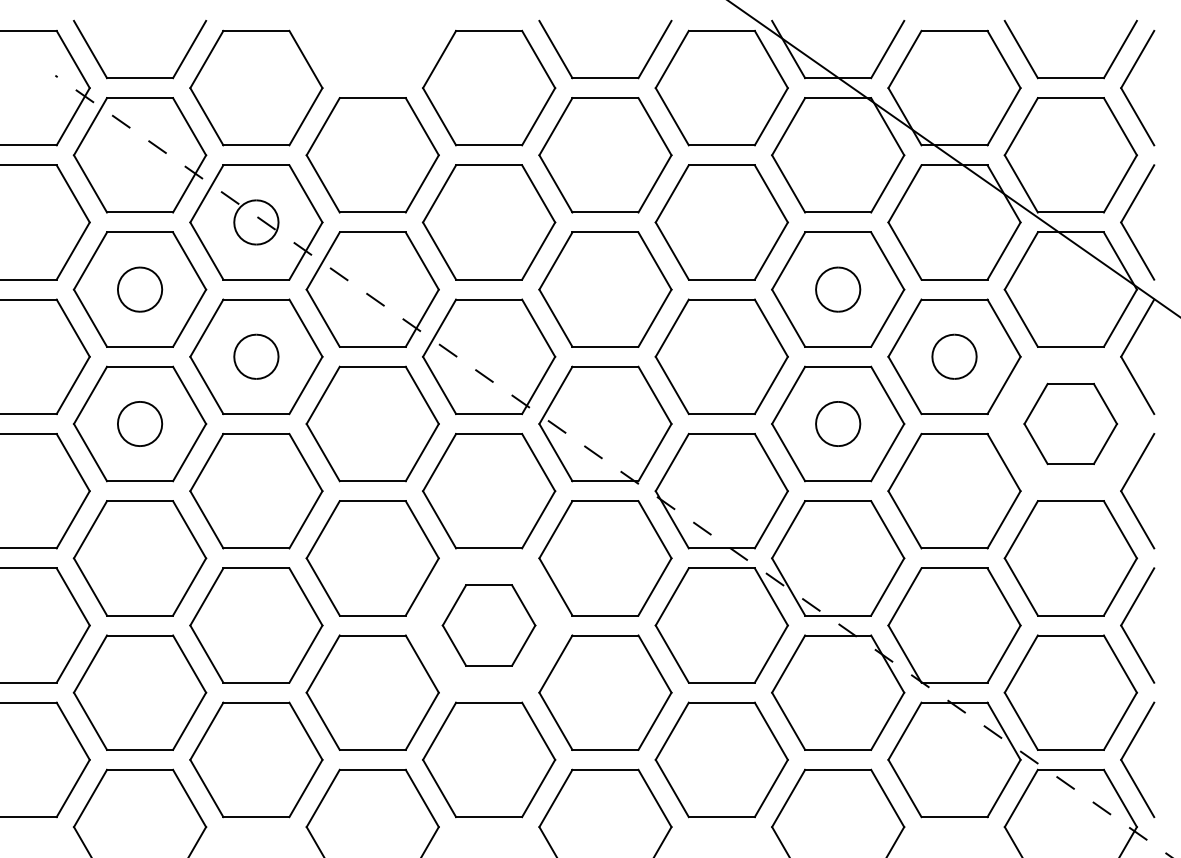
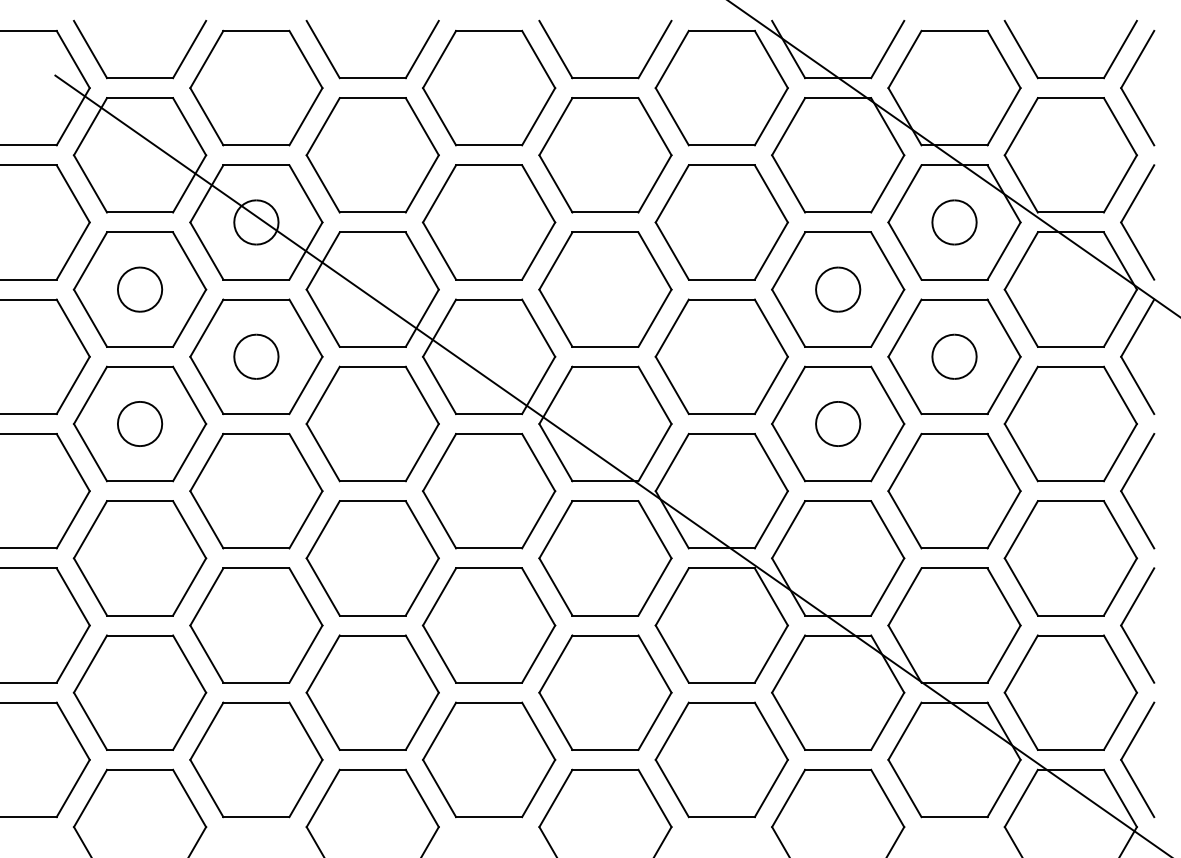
part at (372, 77): none -> present
part at (954, 222): none -> present
part at (1070, 423) size: 96x84 px -> 135x118 px
line at (613, 466): dashed -> solid
part at (488, 625) size: 96x83 px -> 136x117 px
